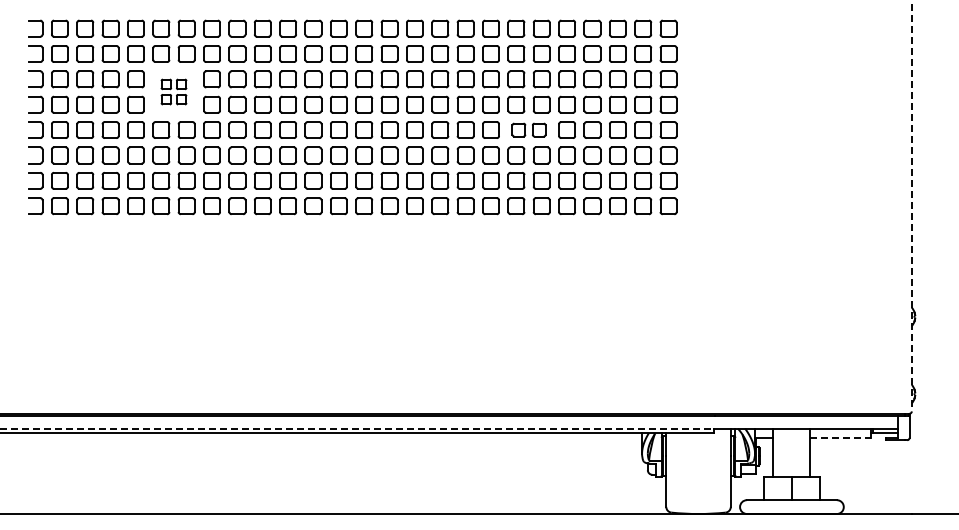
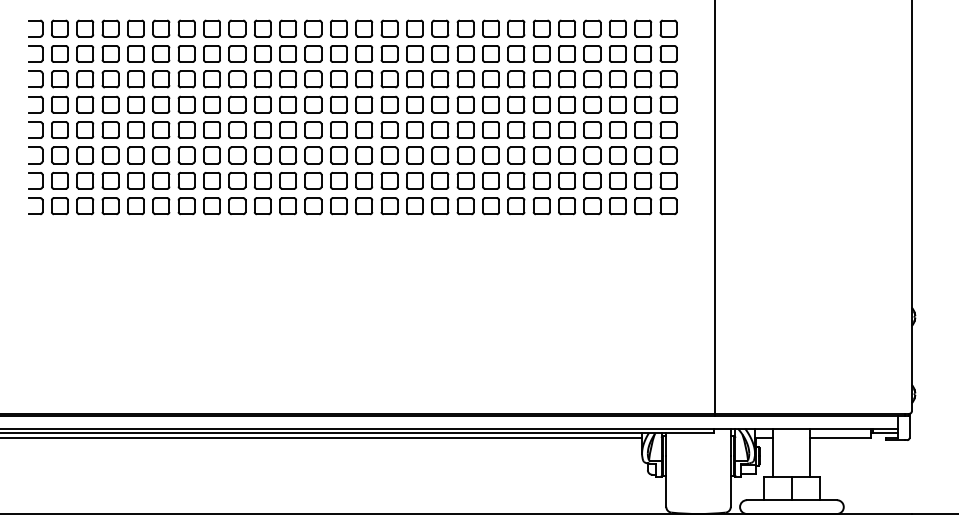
part at (173, 91) size: 28x28 px -> 44x44 px
part at (528, 129) size: 36x16 px -> 44x18 px
line at (911, 206): dashed -> solid
line at (715, 207): none -> present
line at (357, 428): dashed -> solid
line at (322, 437): none -> present
line at (840, 437): dashed -> solid
